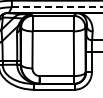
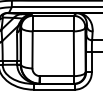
line at (57, 7): dashed -> solid
